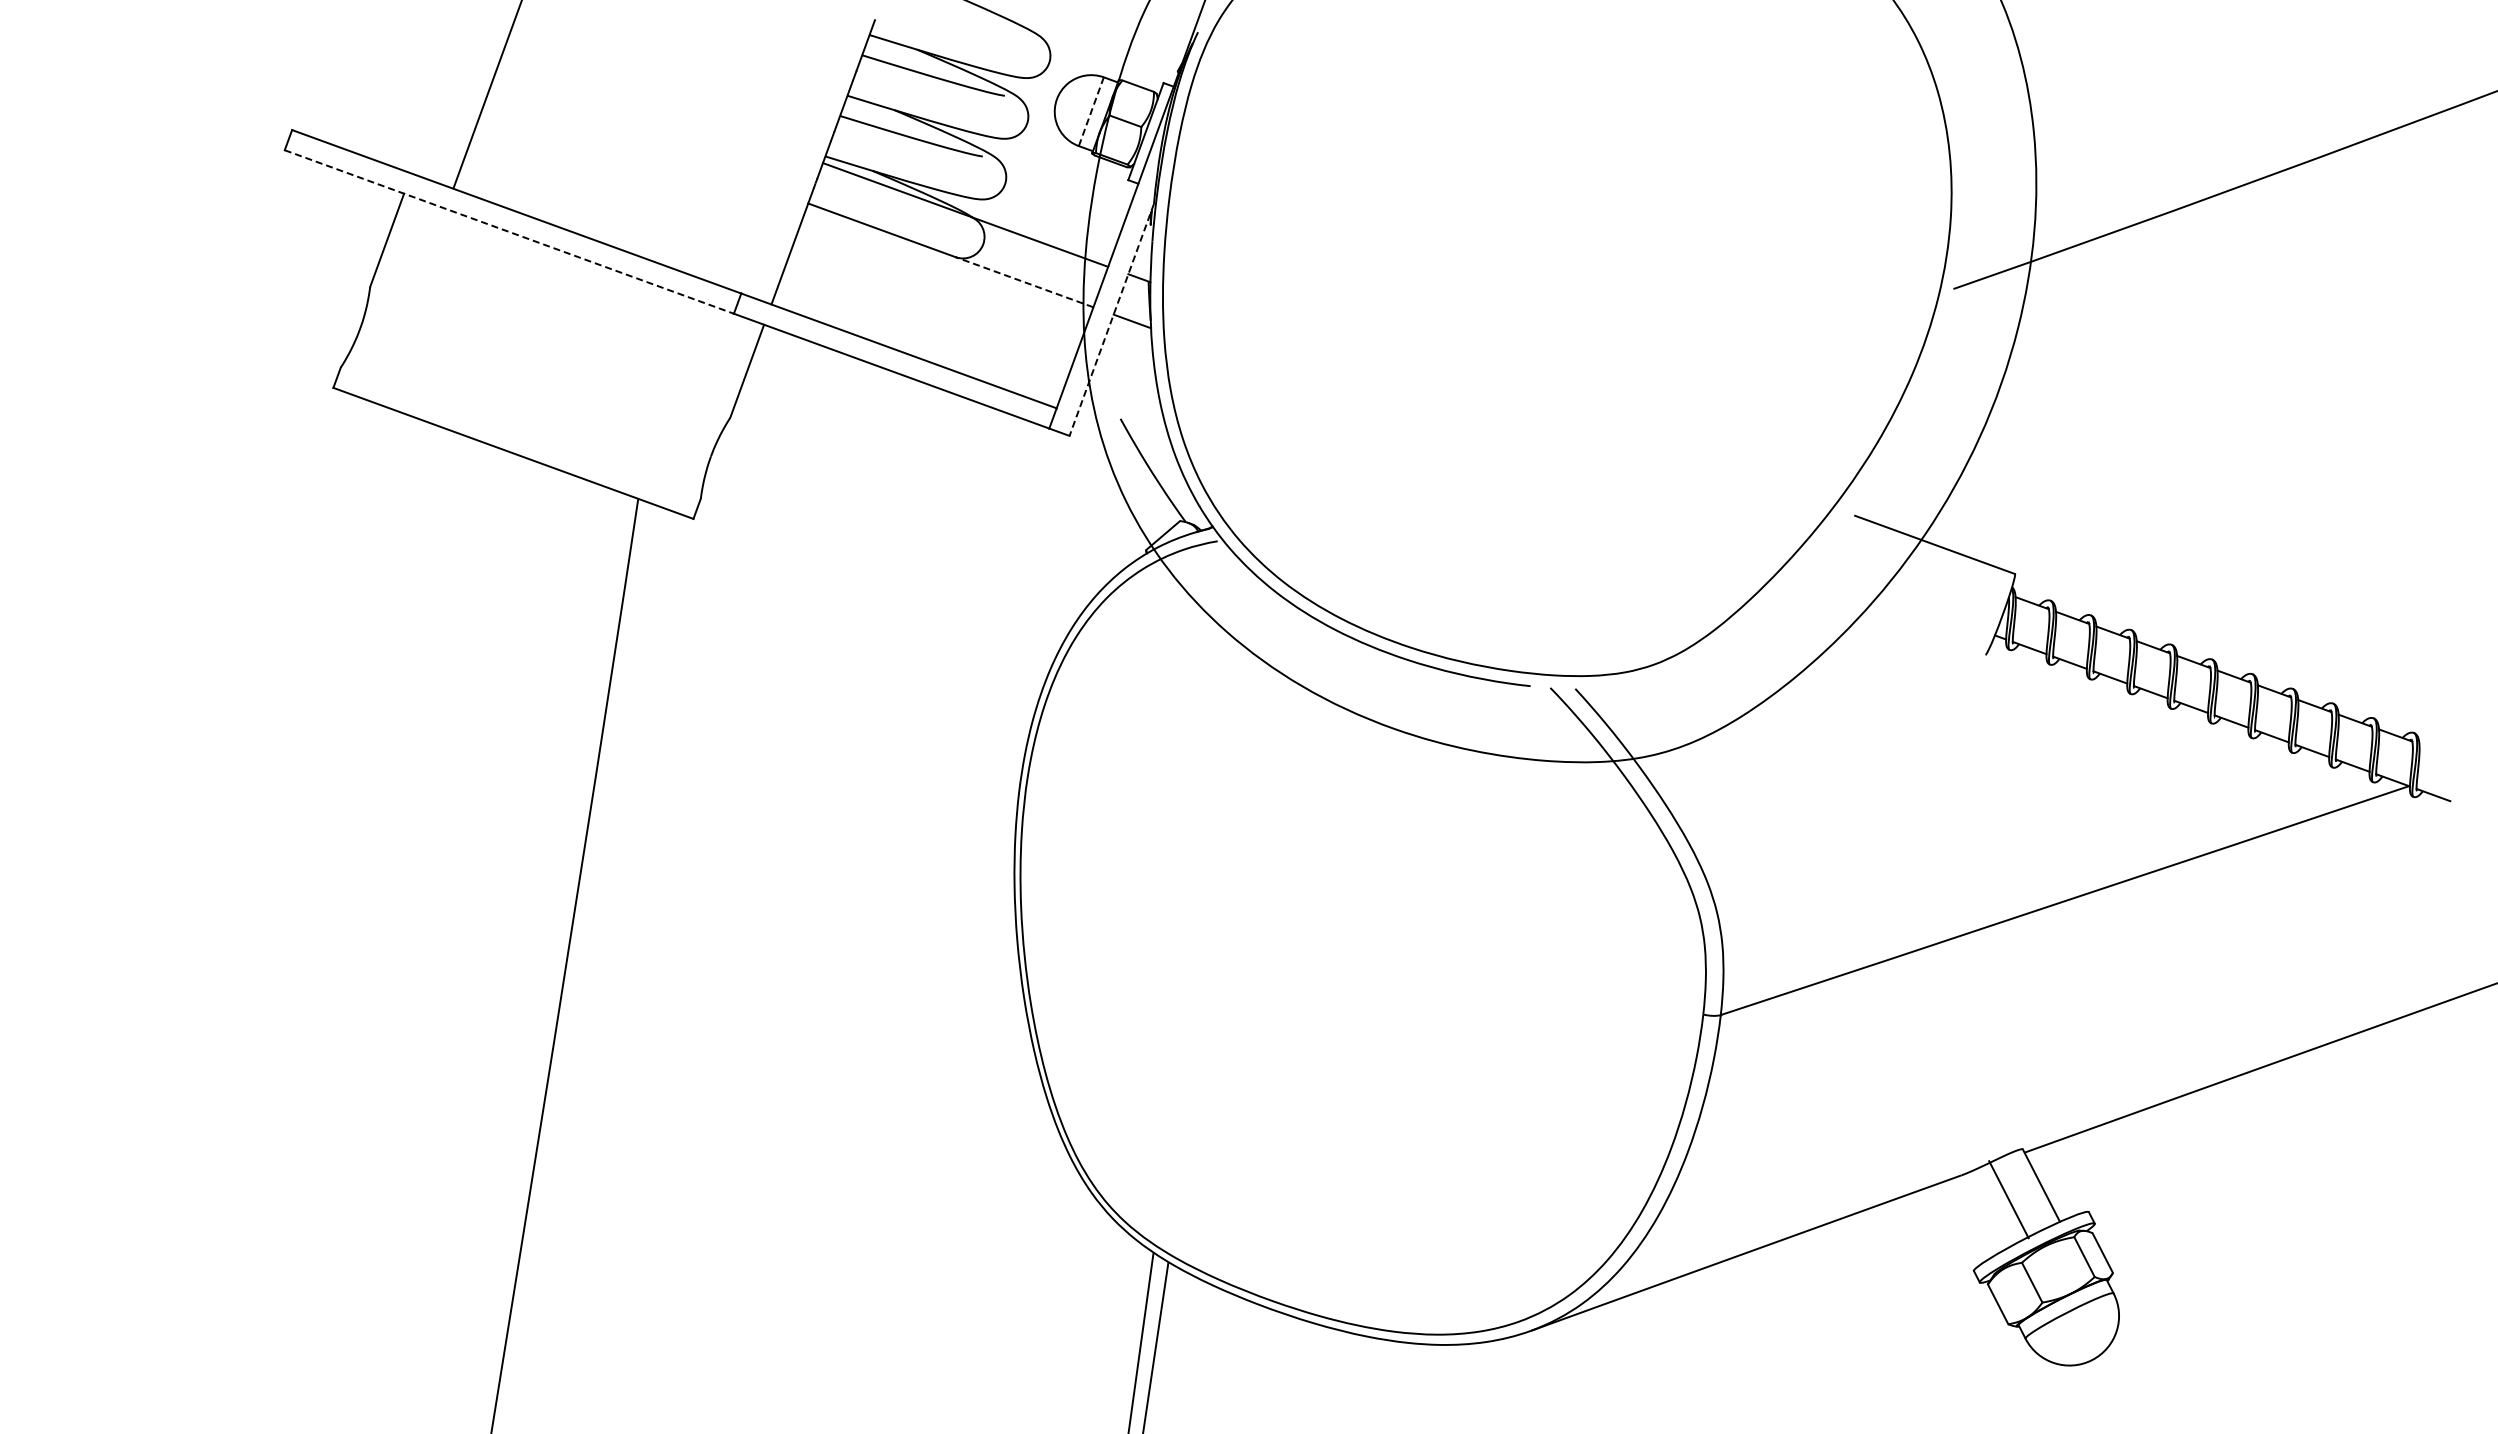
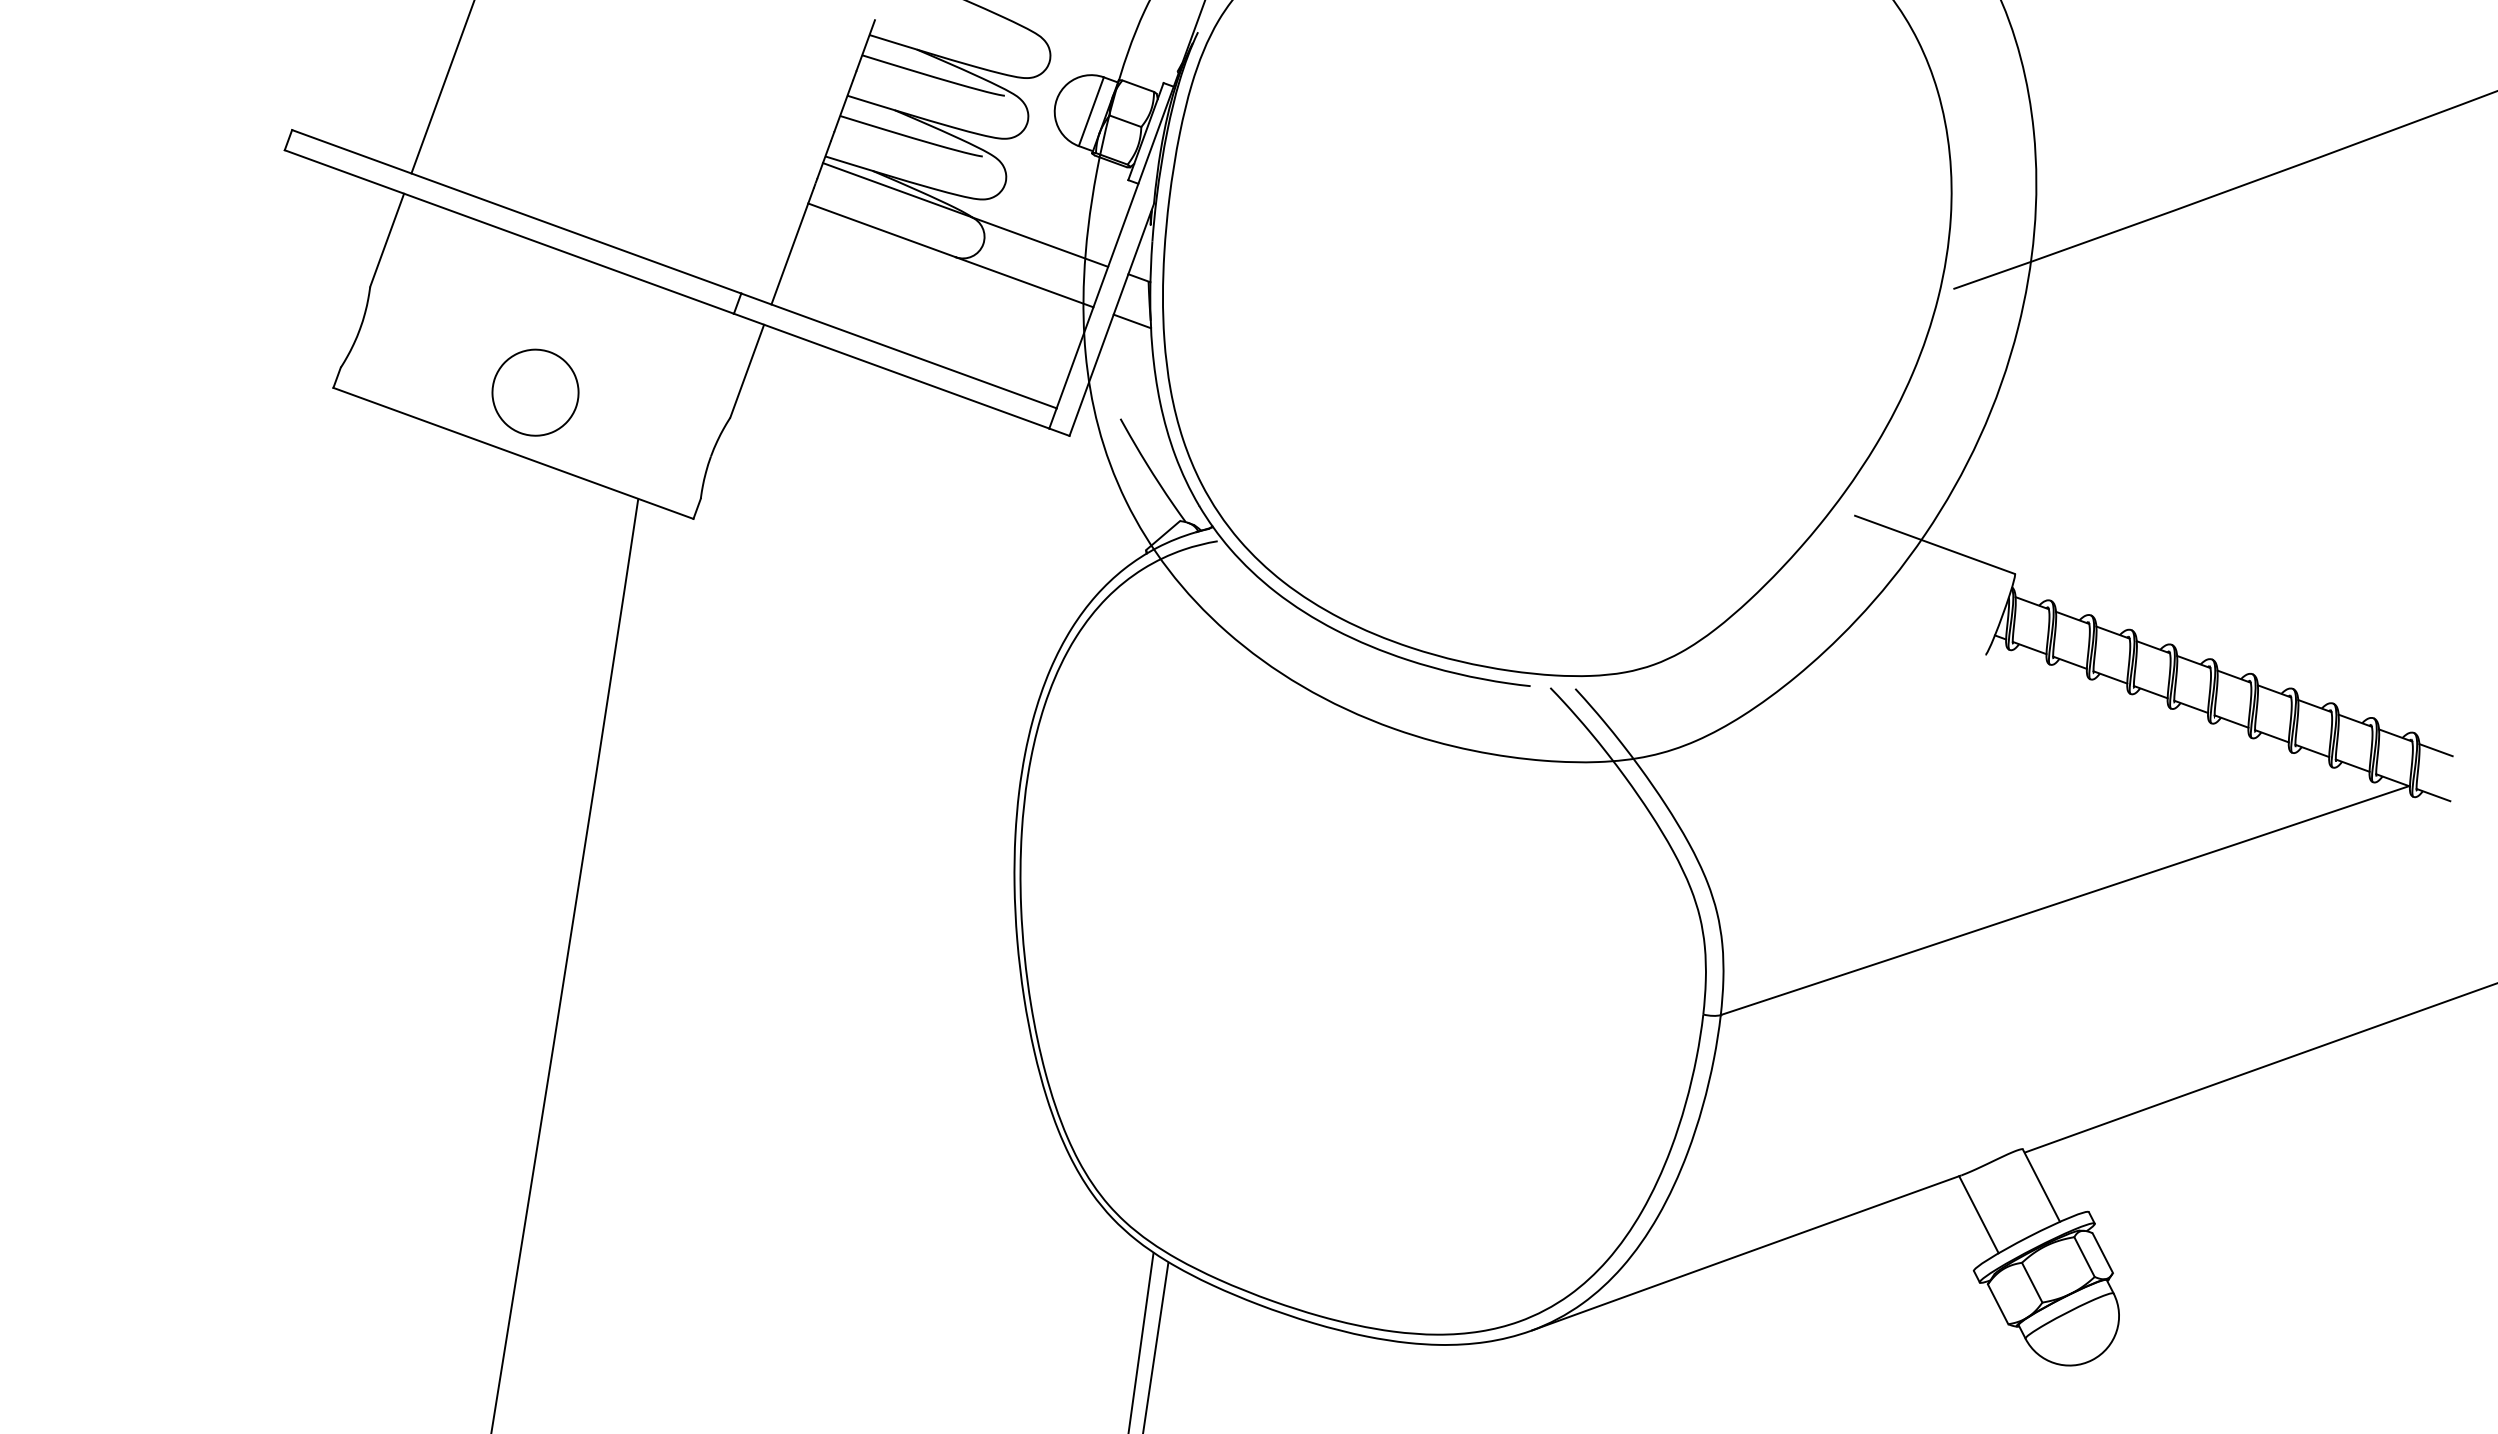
line at (487, 95) position: (487, 95) -> (442, 87)
line at (1091, 111): dashed -> solid
line at (509, 232): dashed -> solid
line at (1024, 282): dashed -> solid
line at (1111, 320): dashed -> solid
part at (535, 392): none -> present
line at (2435, 750): none -> present
line at (2008, 1199) position: (2008, 1199) -> (1978, 1214)
